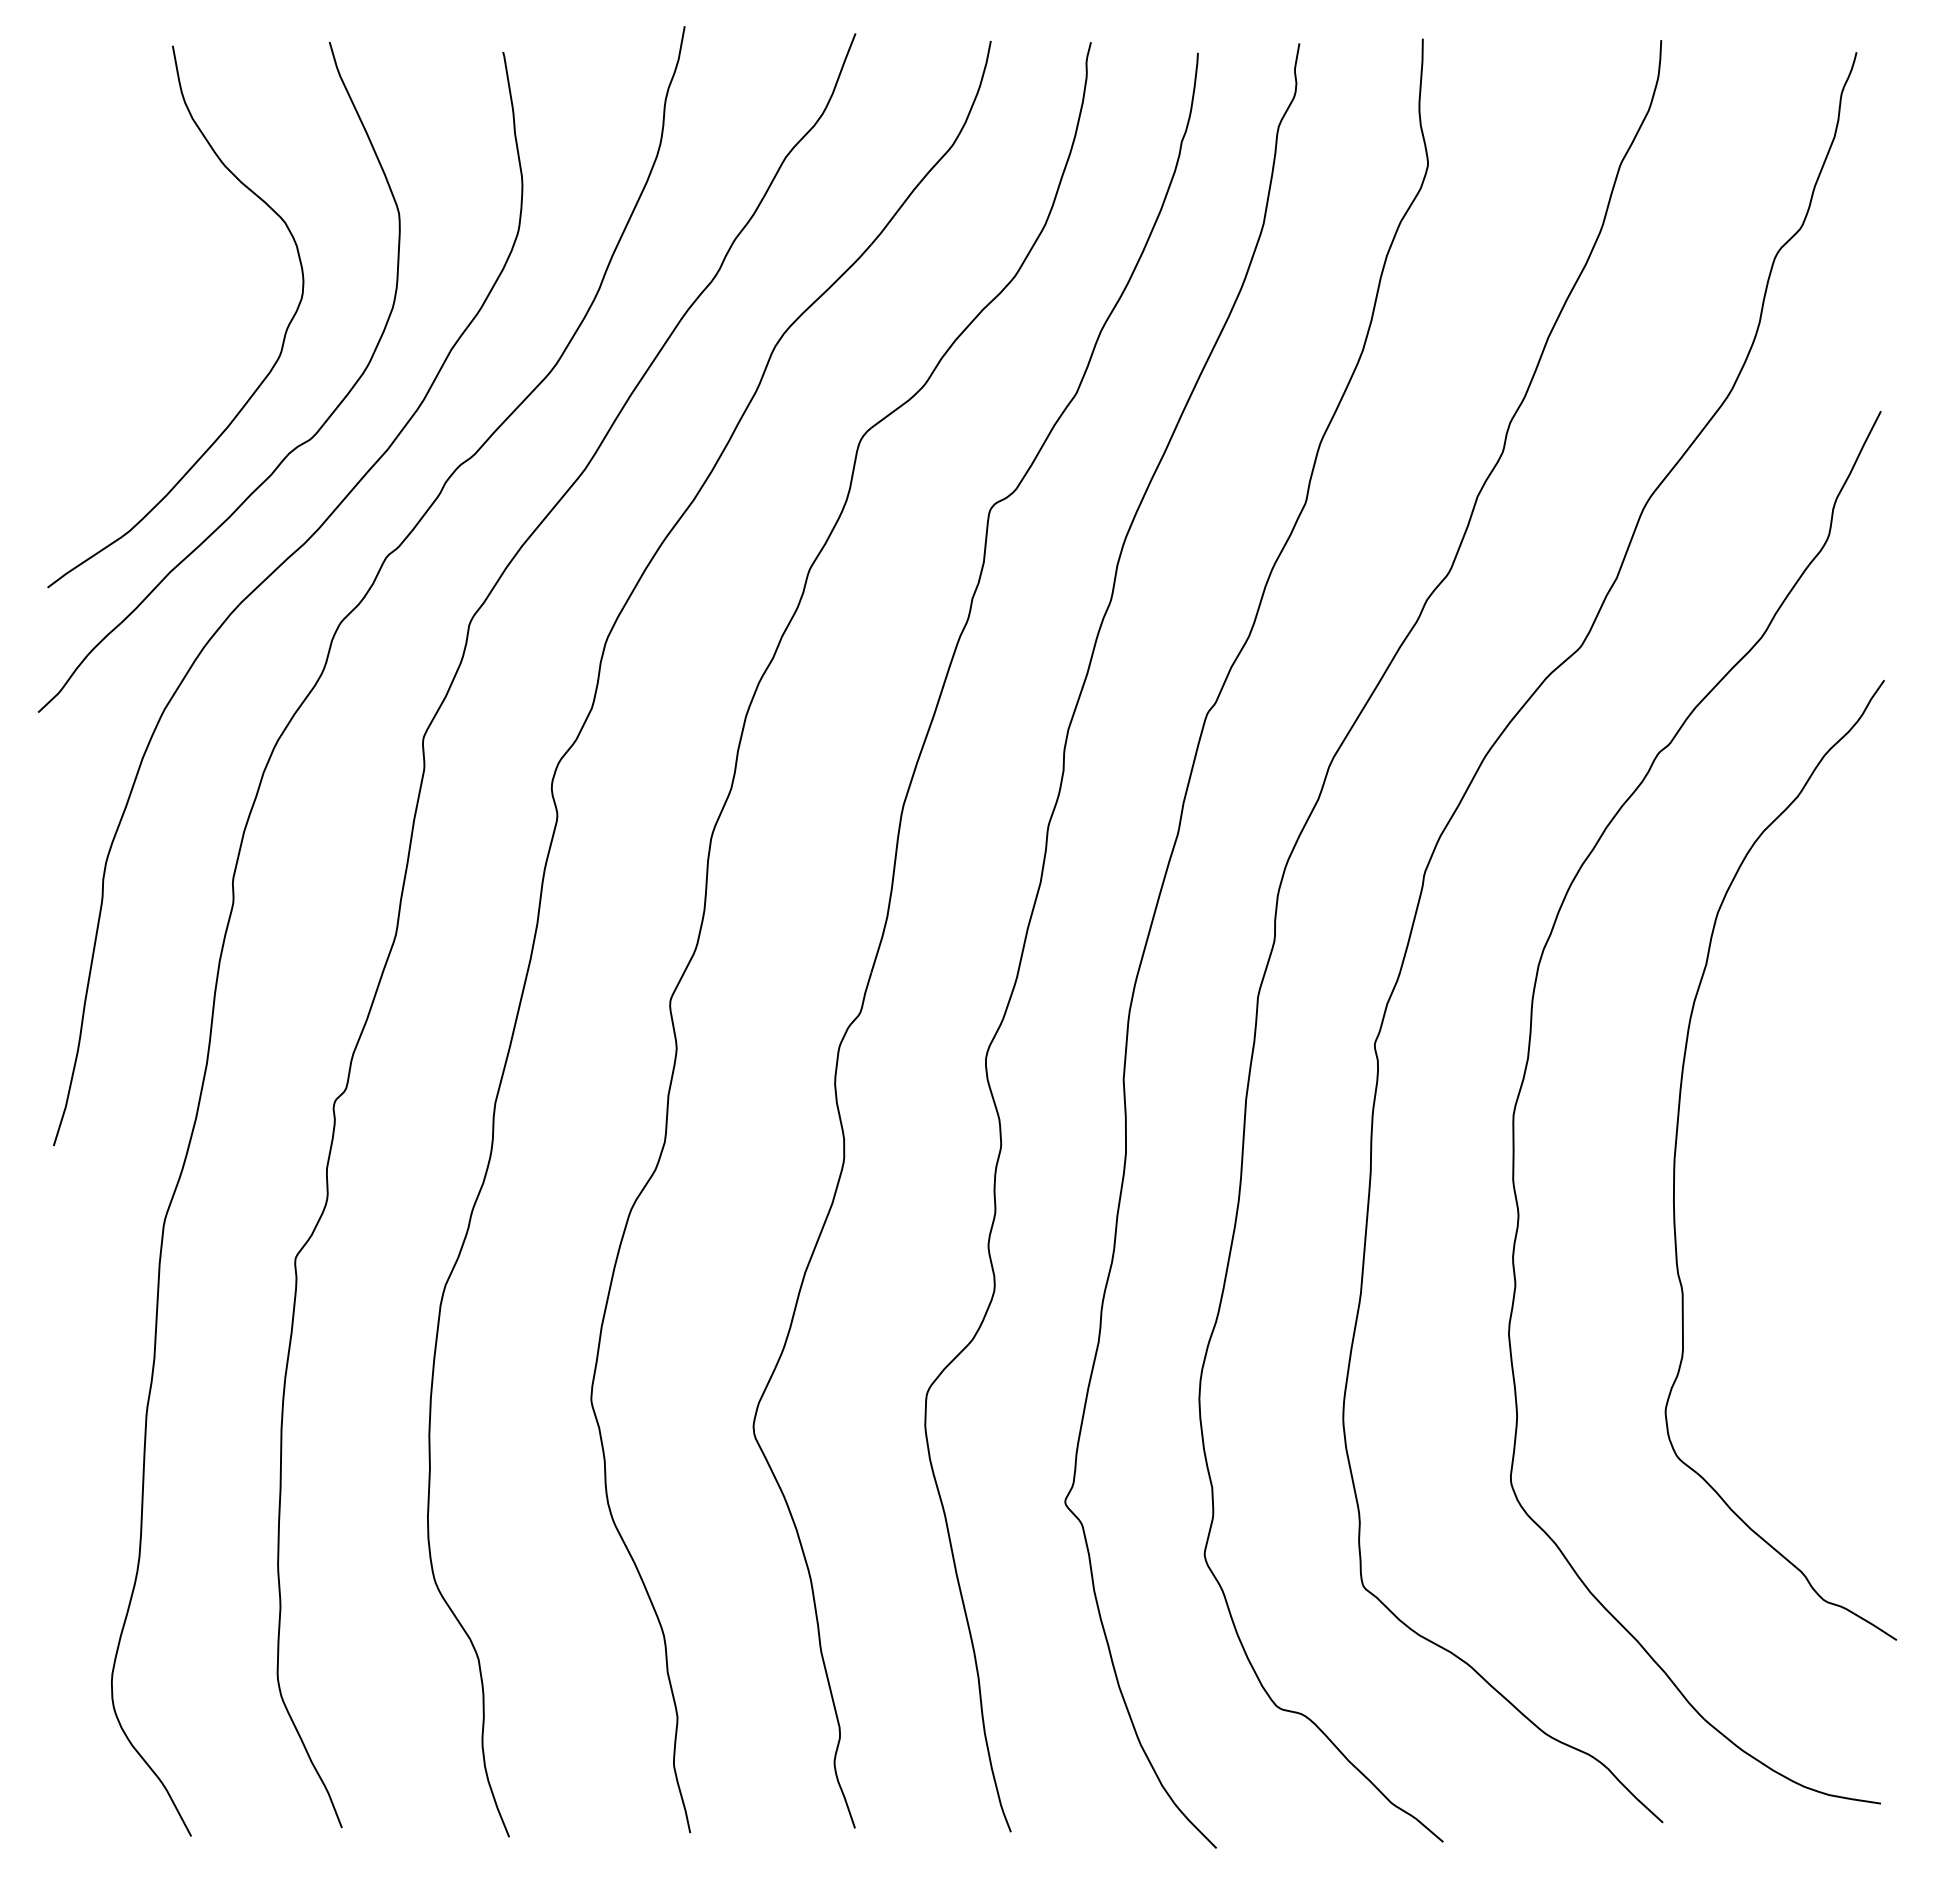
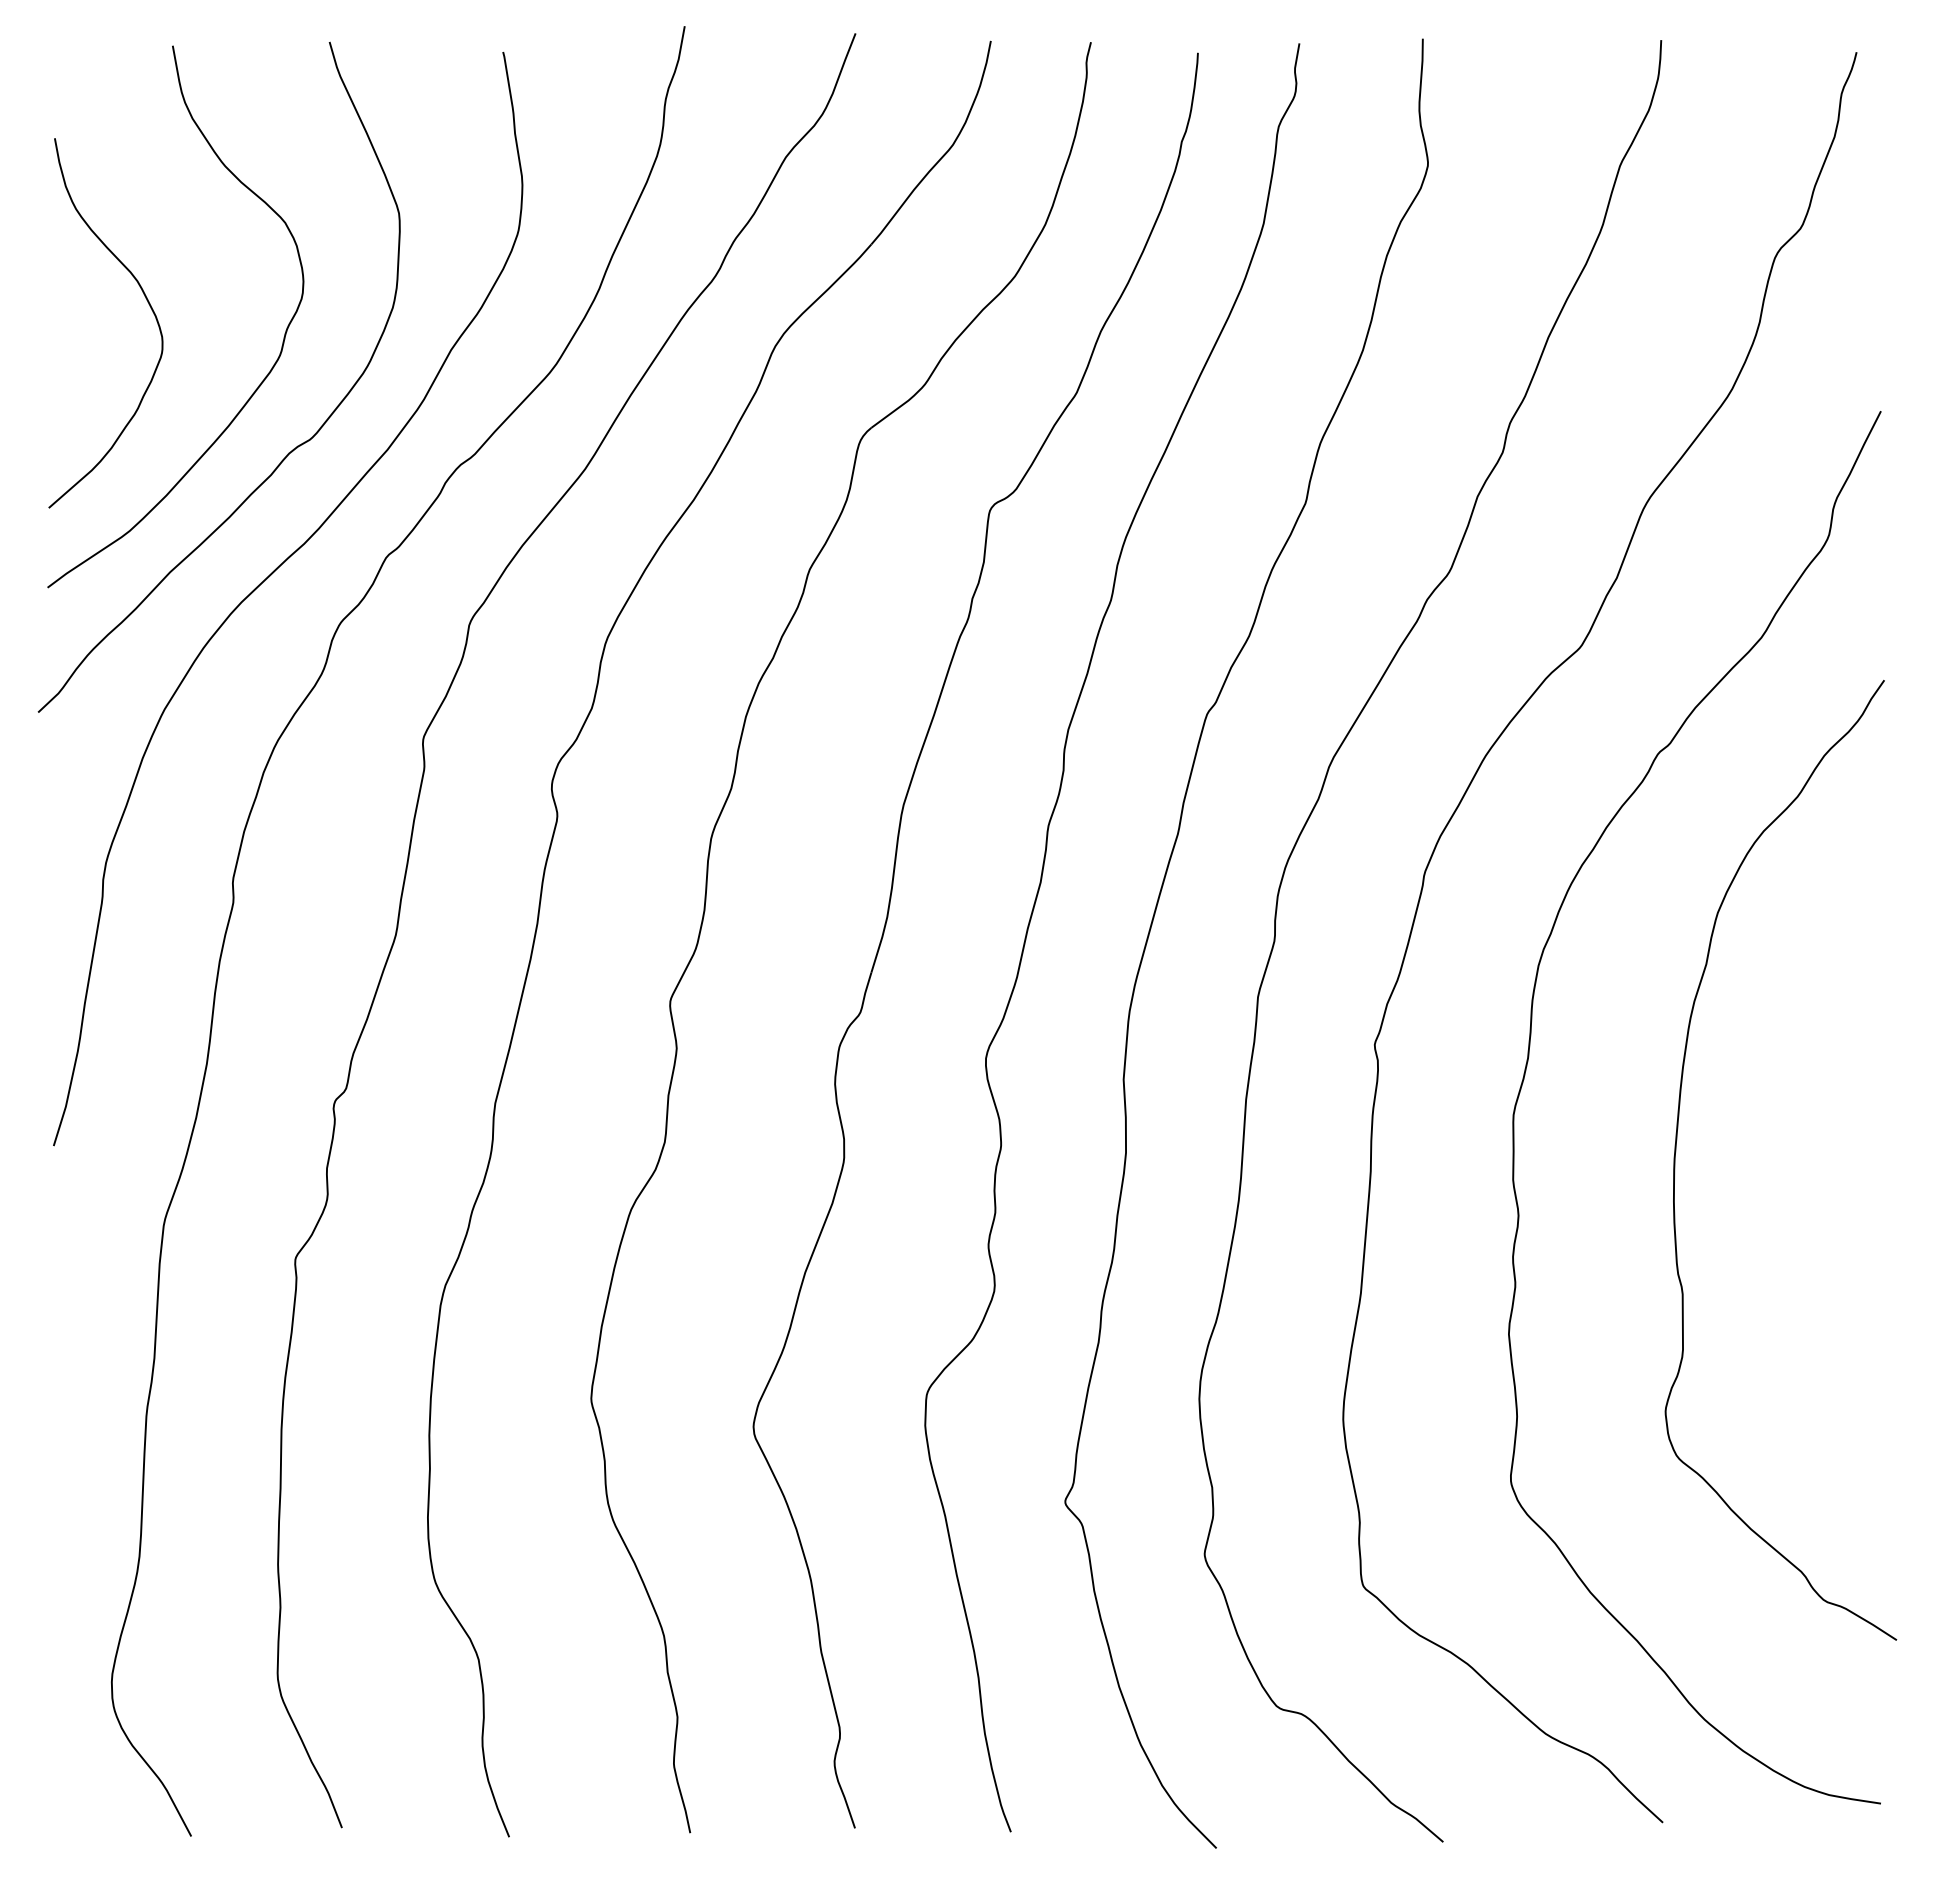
curve at (147, 302): none -> present
